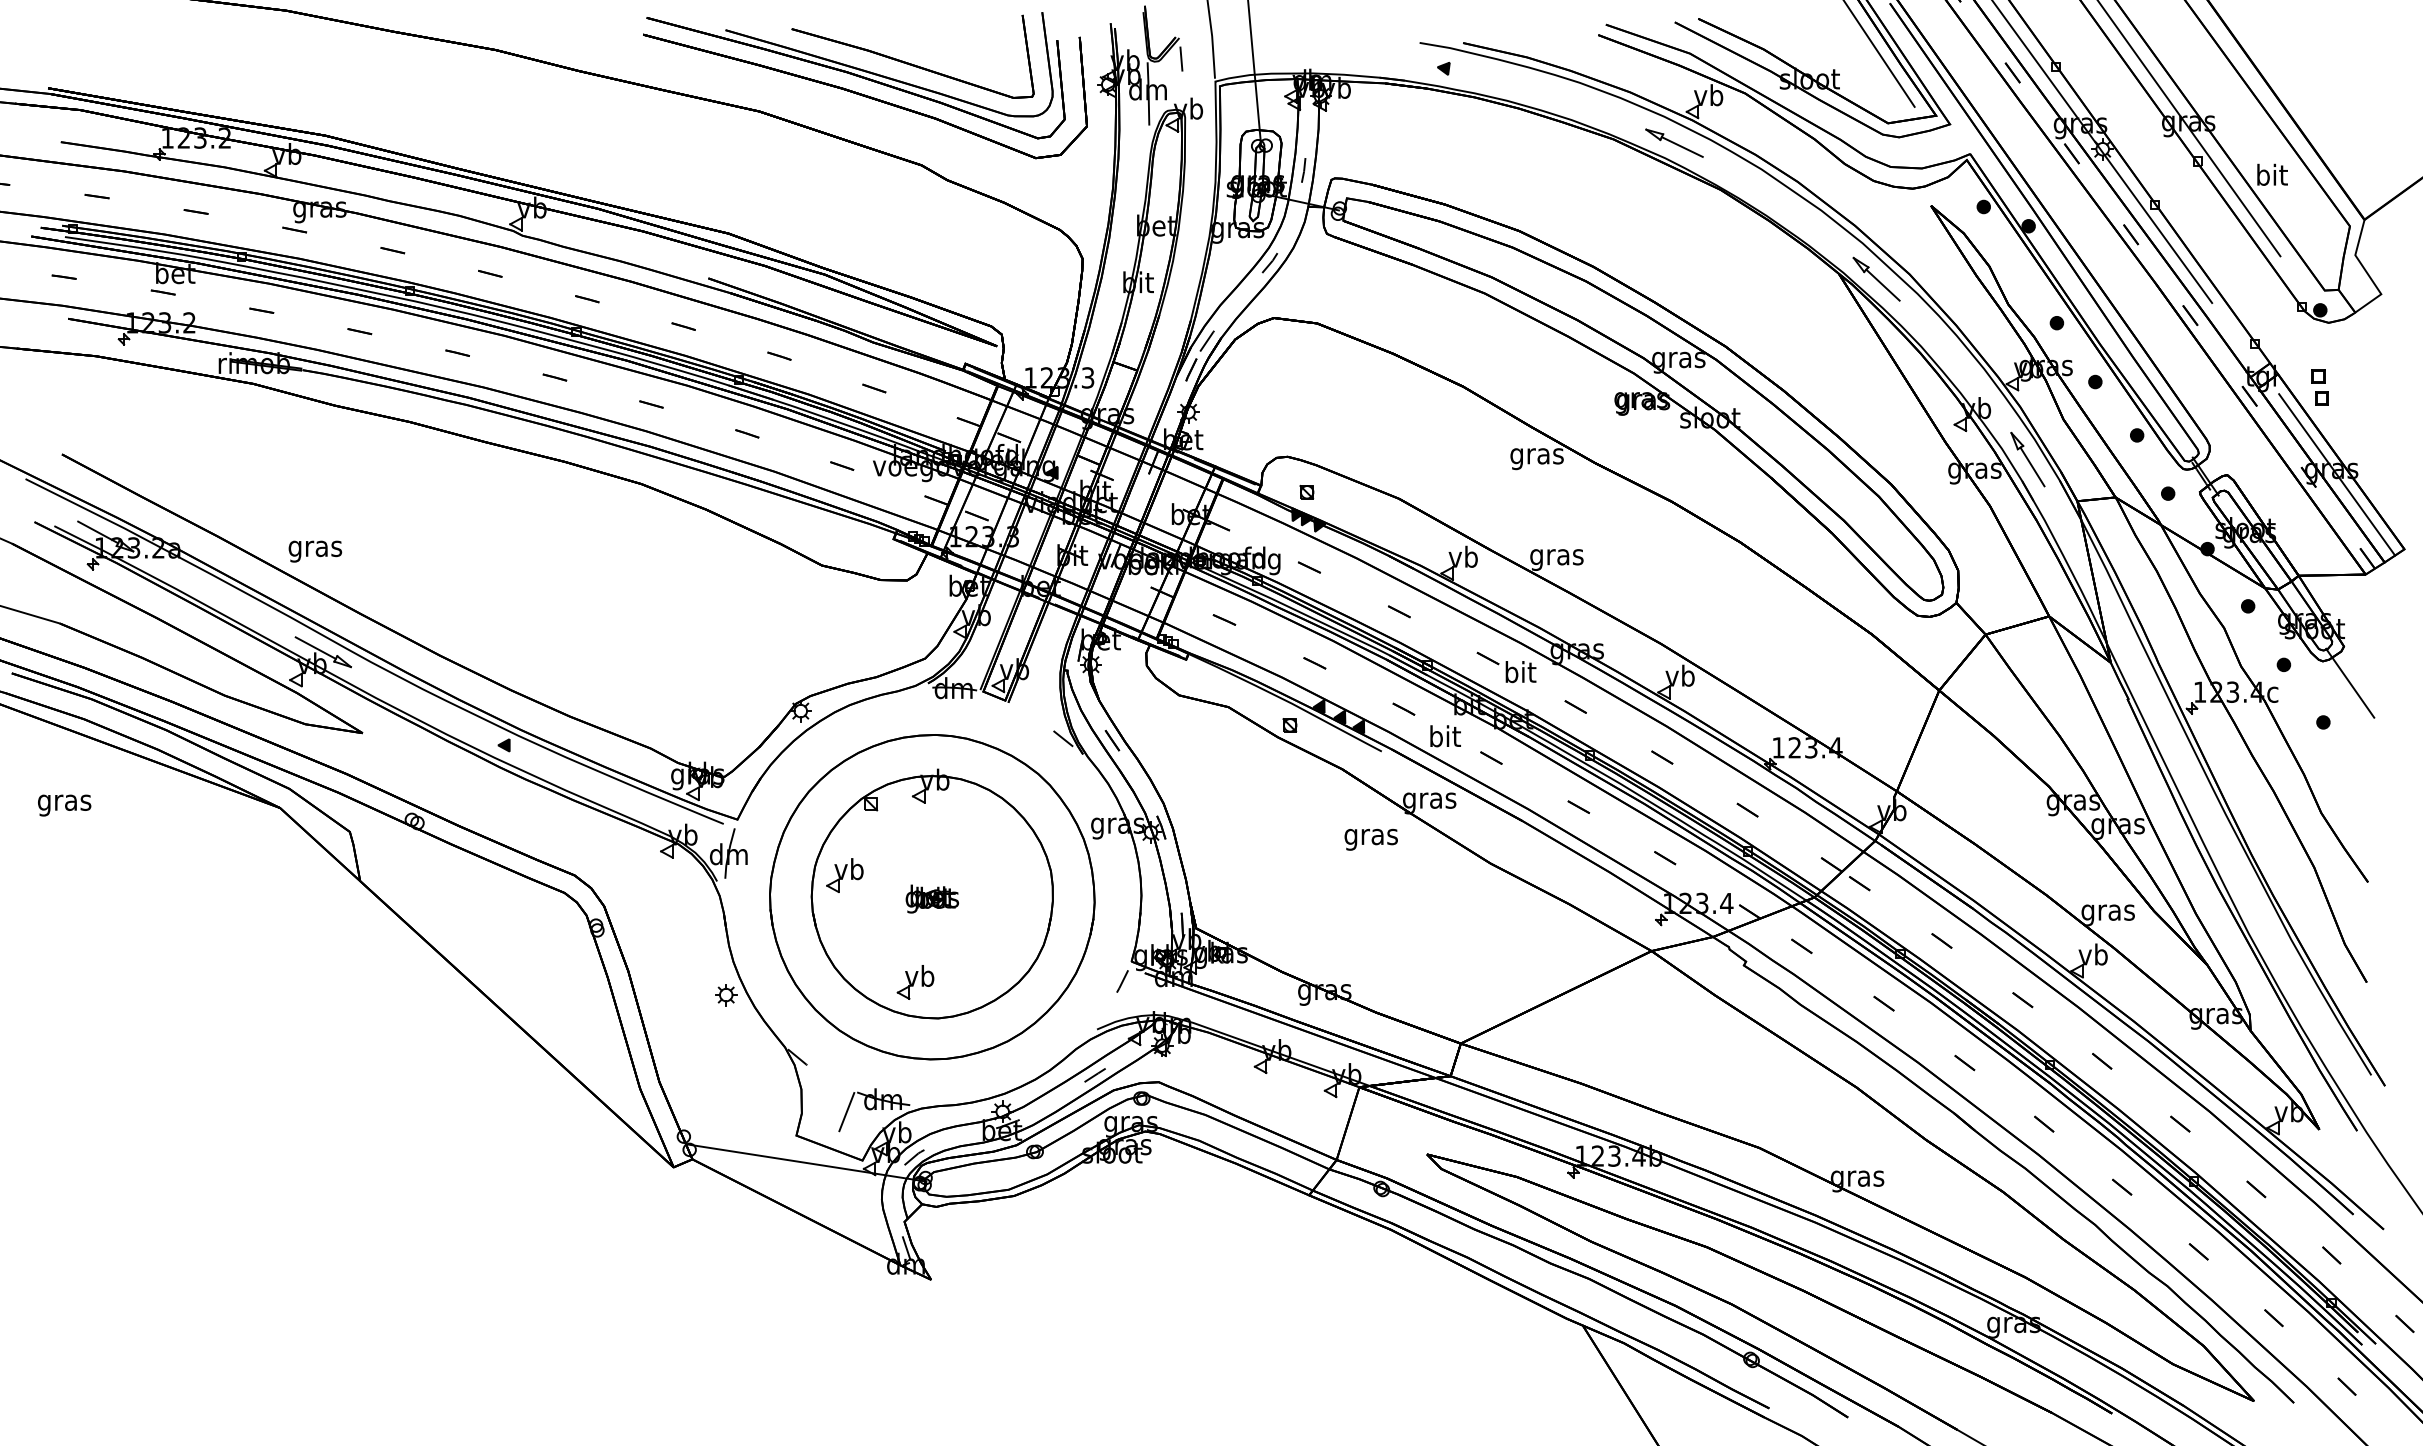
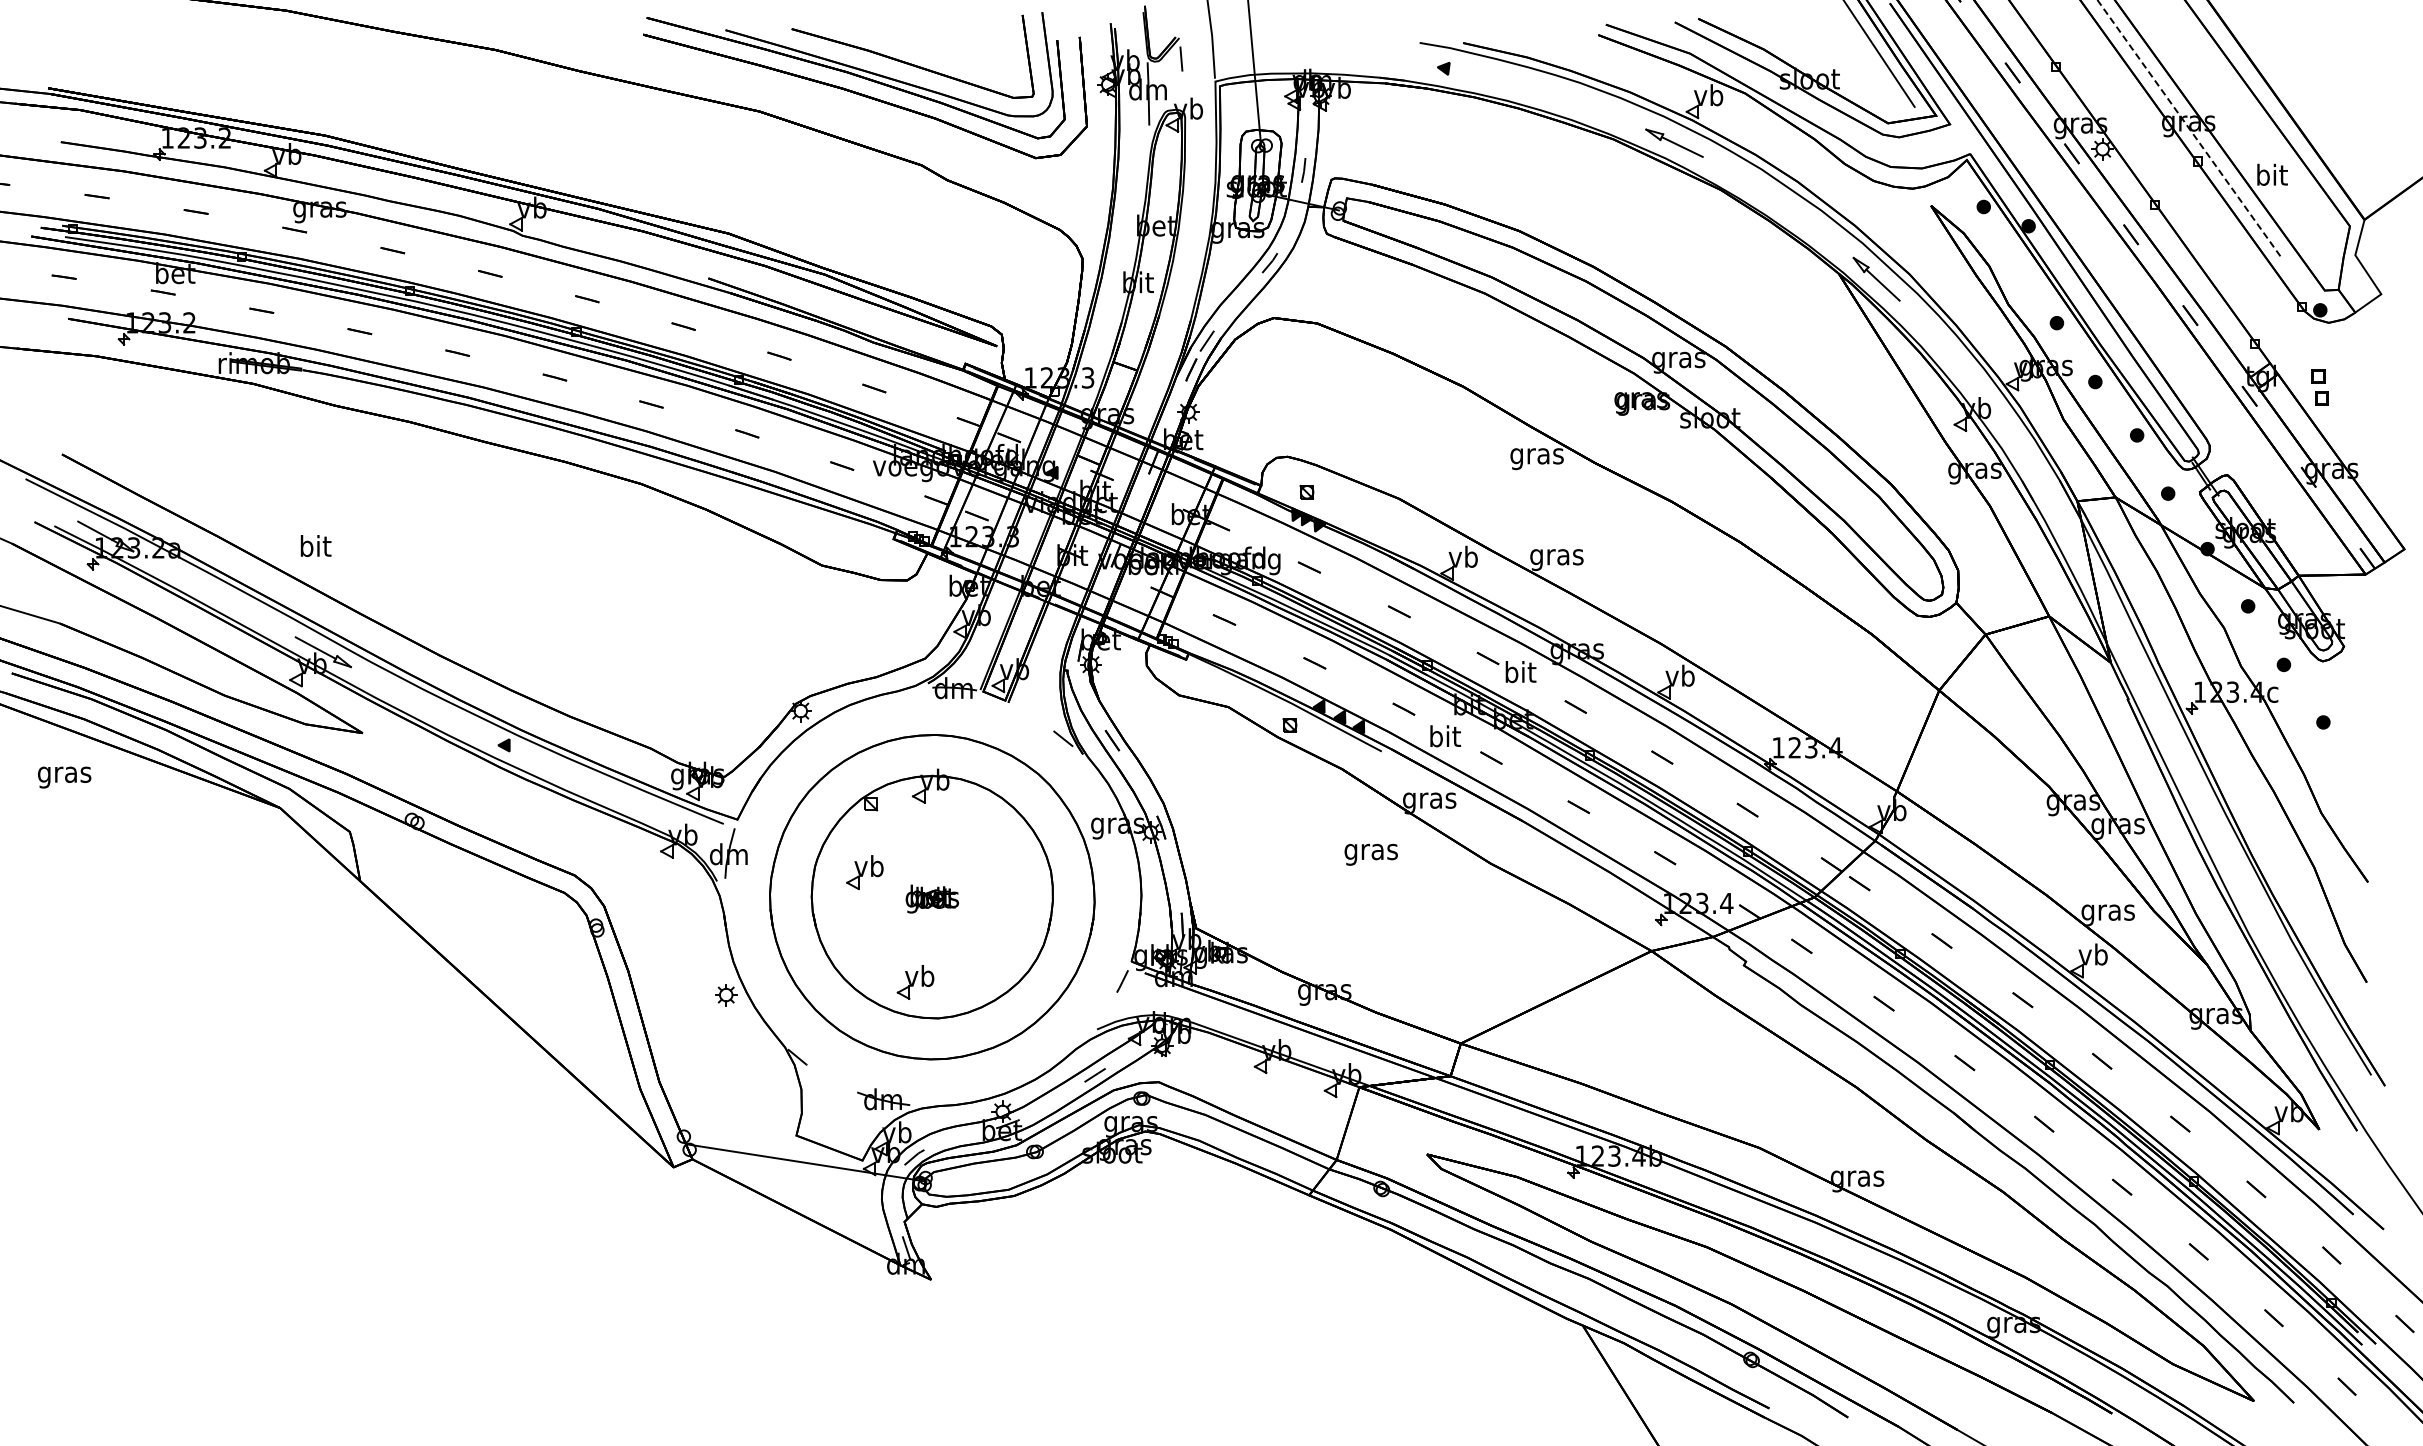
line at (2188, 127): solid -> dashed
line at (2102, 152): present -> none
part at (2027, 459): present -> none
line at (2337, 474): present -> none
text at (315, 548): gras -> bit
line at (2350, 682): present -> none
text at (64, 805) position: (64, 805) -> (64, 777)
text at (1370, 839) position: (1370, 839) -> (1370, 854)
part at (844, 875) position: (844, 875) -> (864, 872)
line at (846, 1112): present -> none
